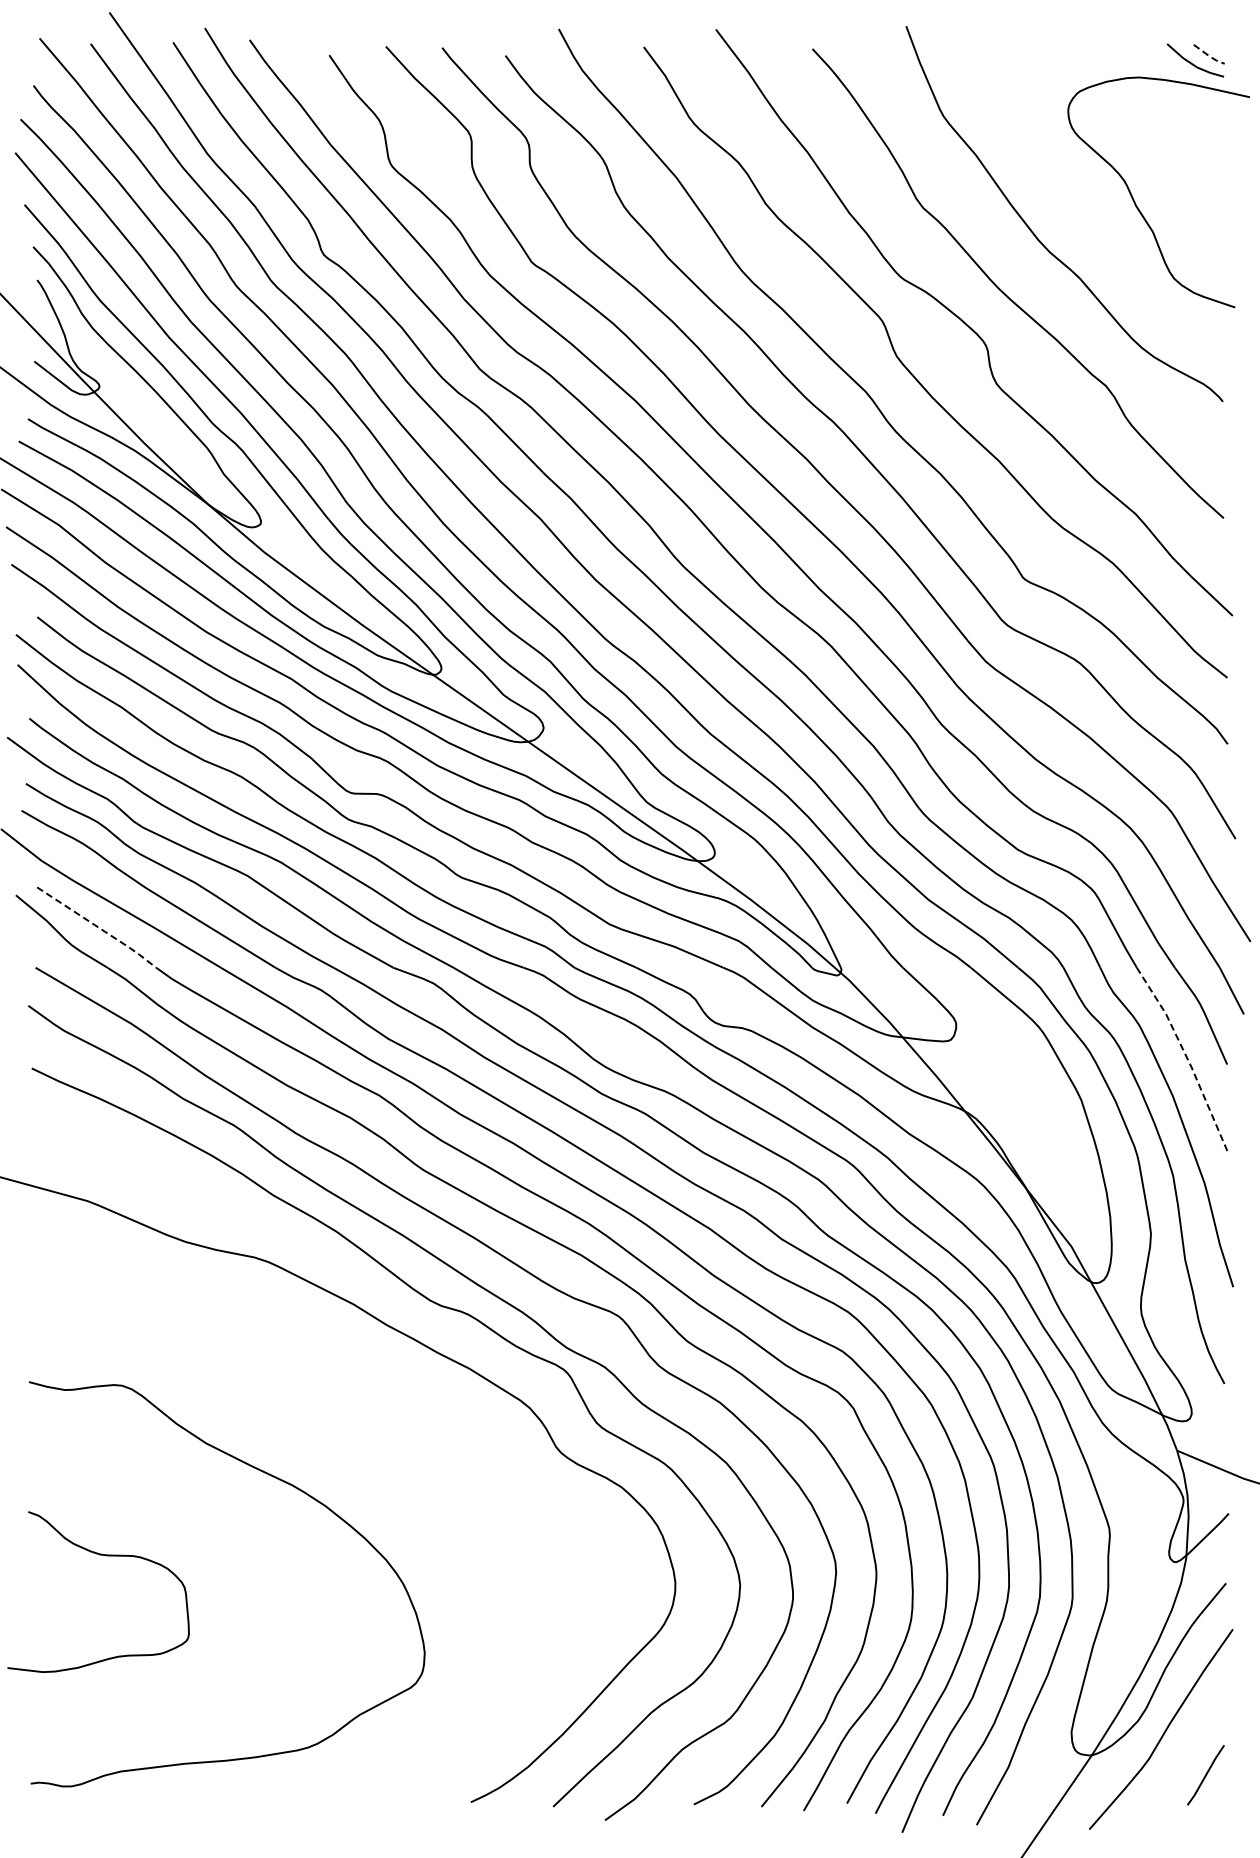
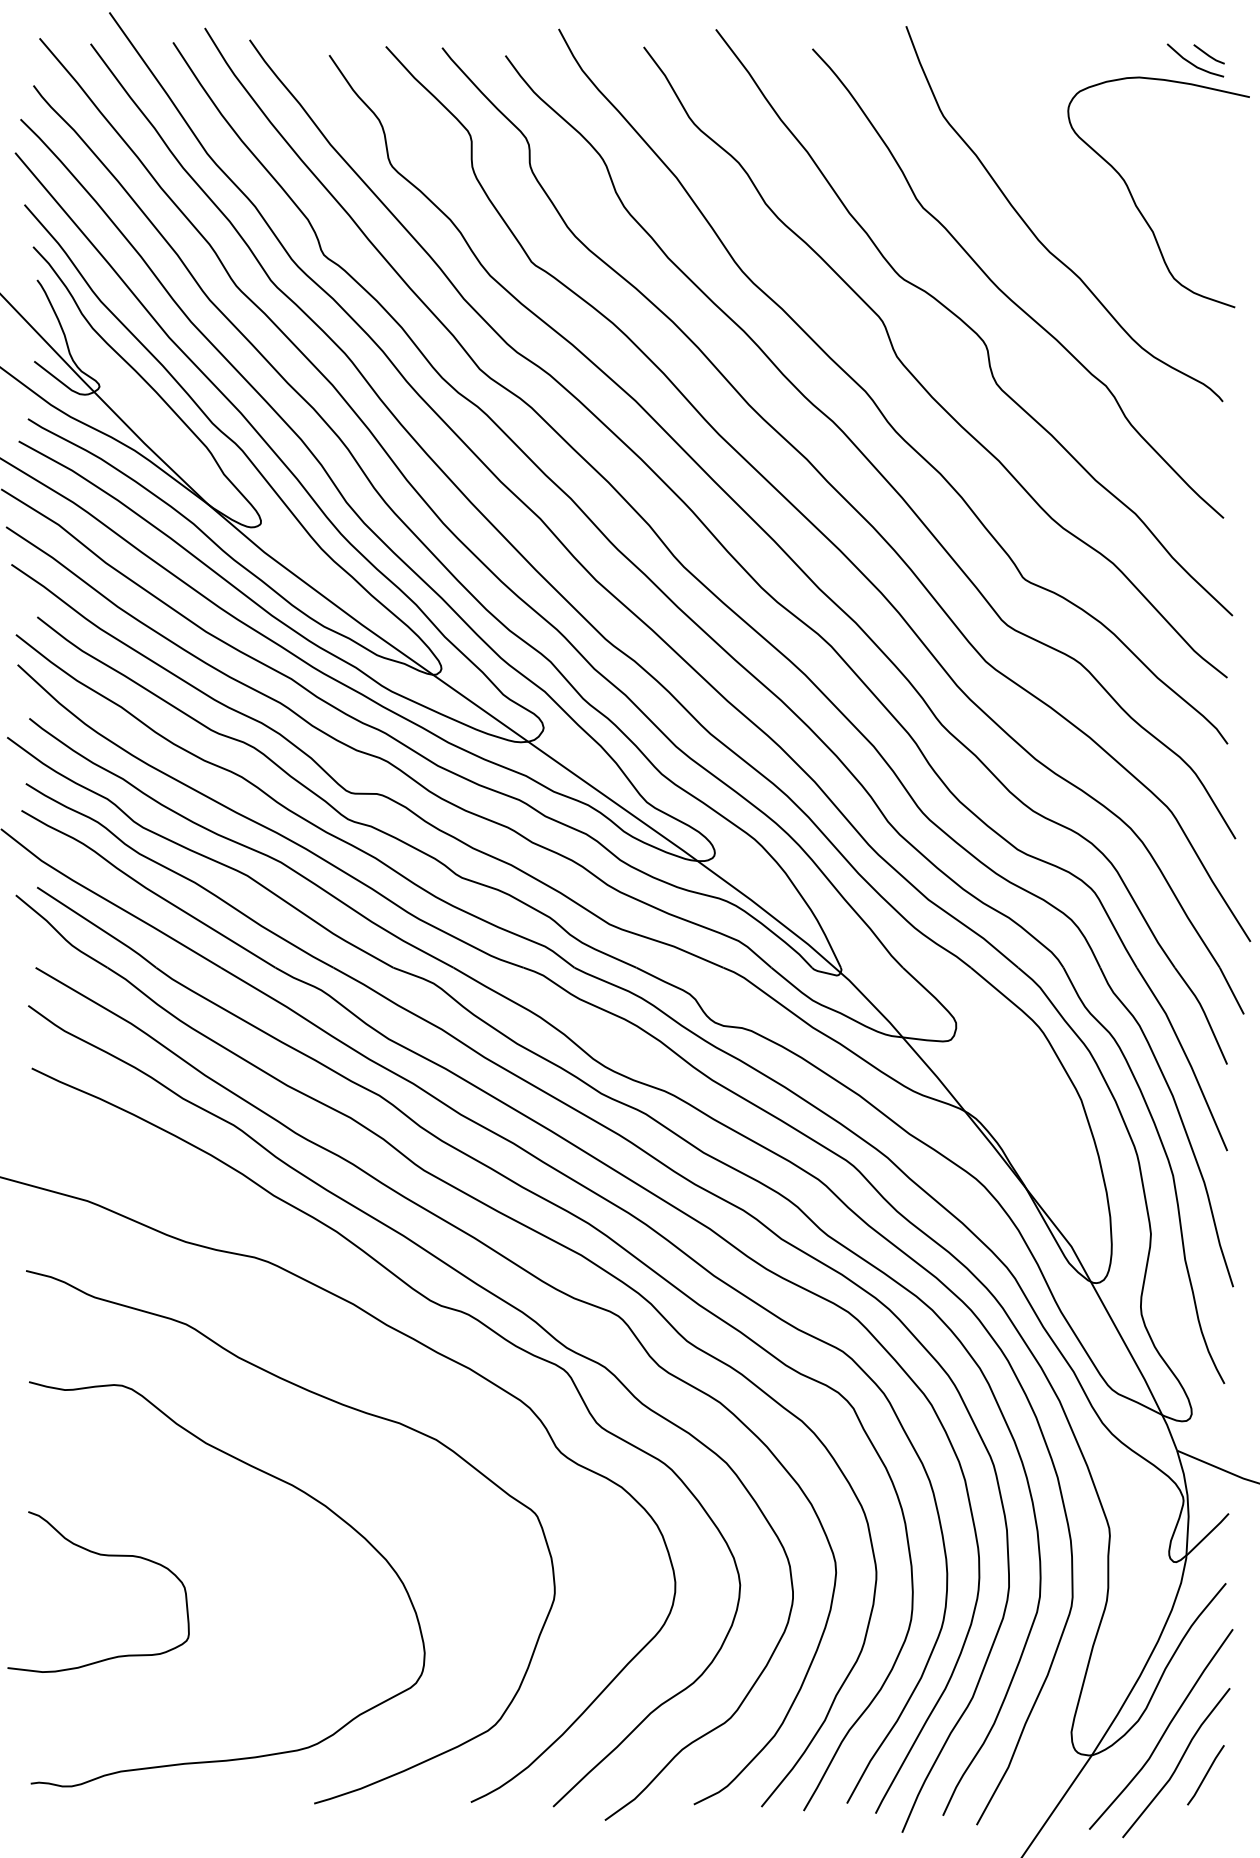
line at (1209, 56): dashed -> solid
line at (99, 927): dashed -> solid
line at (1186, 1056): dashed -> solid
curve at (341, 1405): none -> present
curve at (1177, 1763): none -> present
